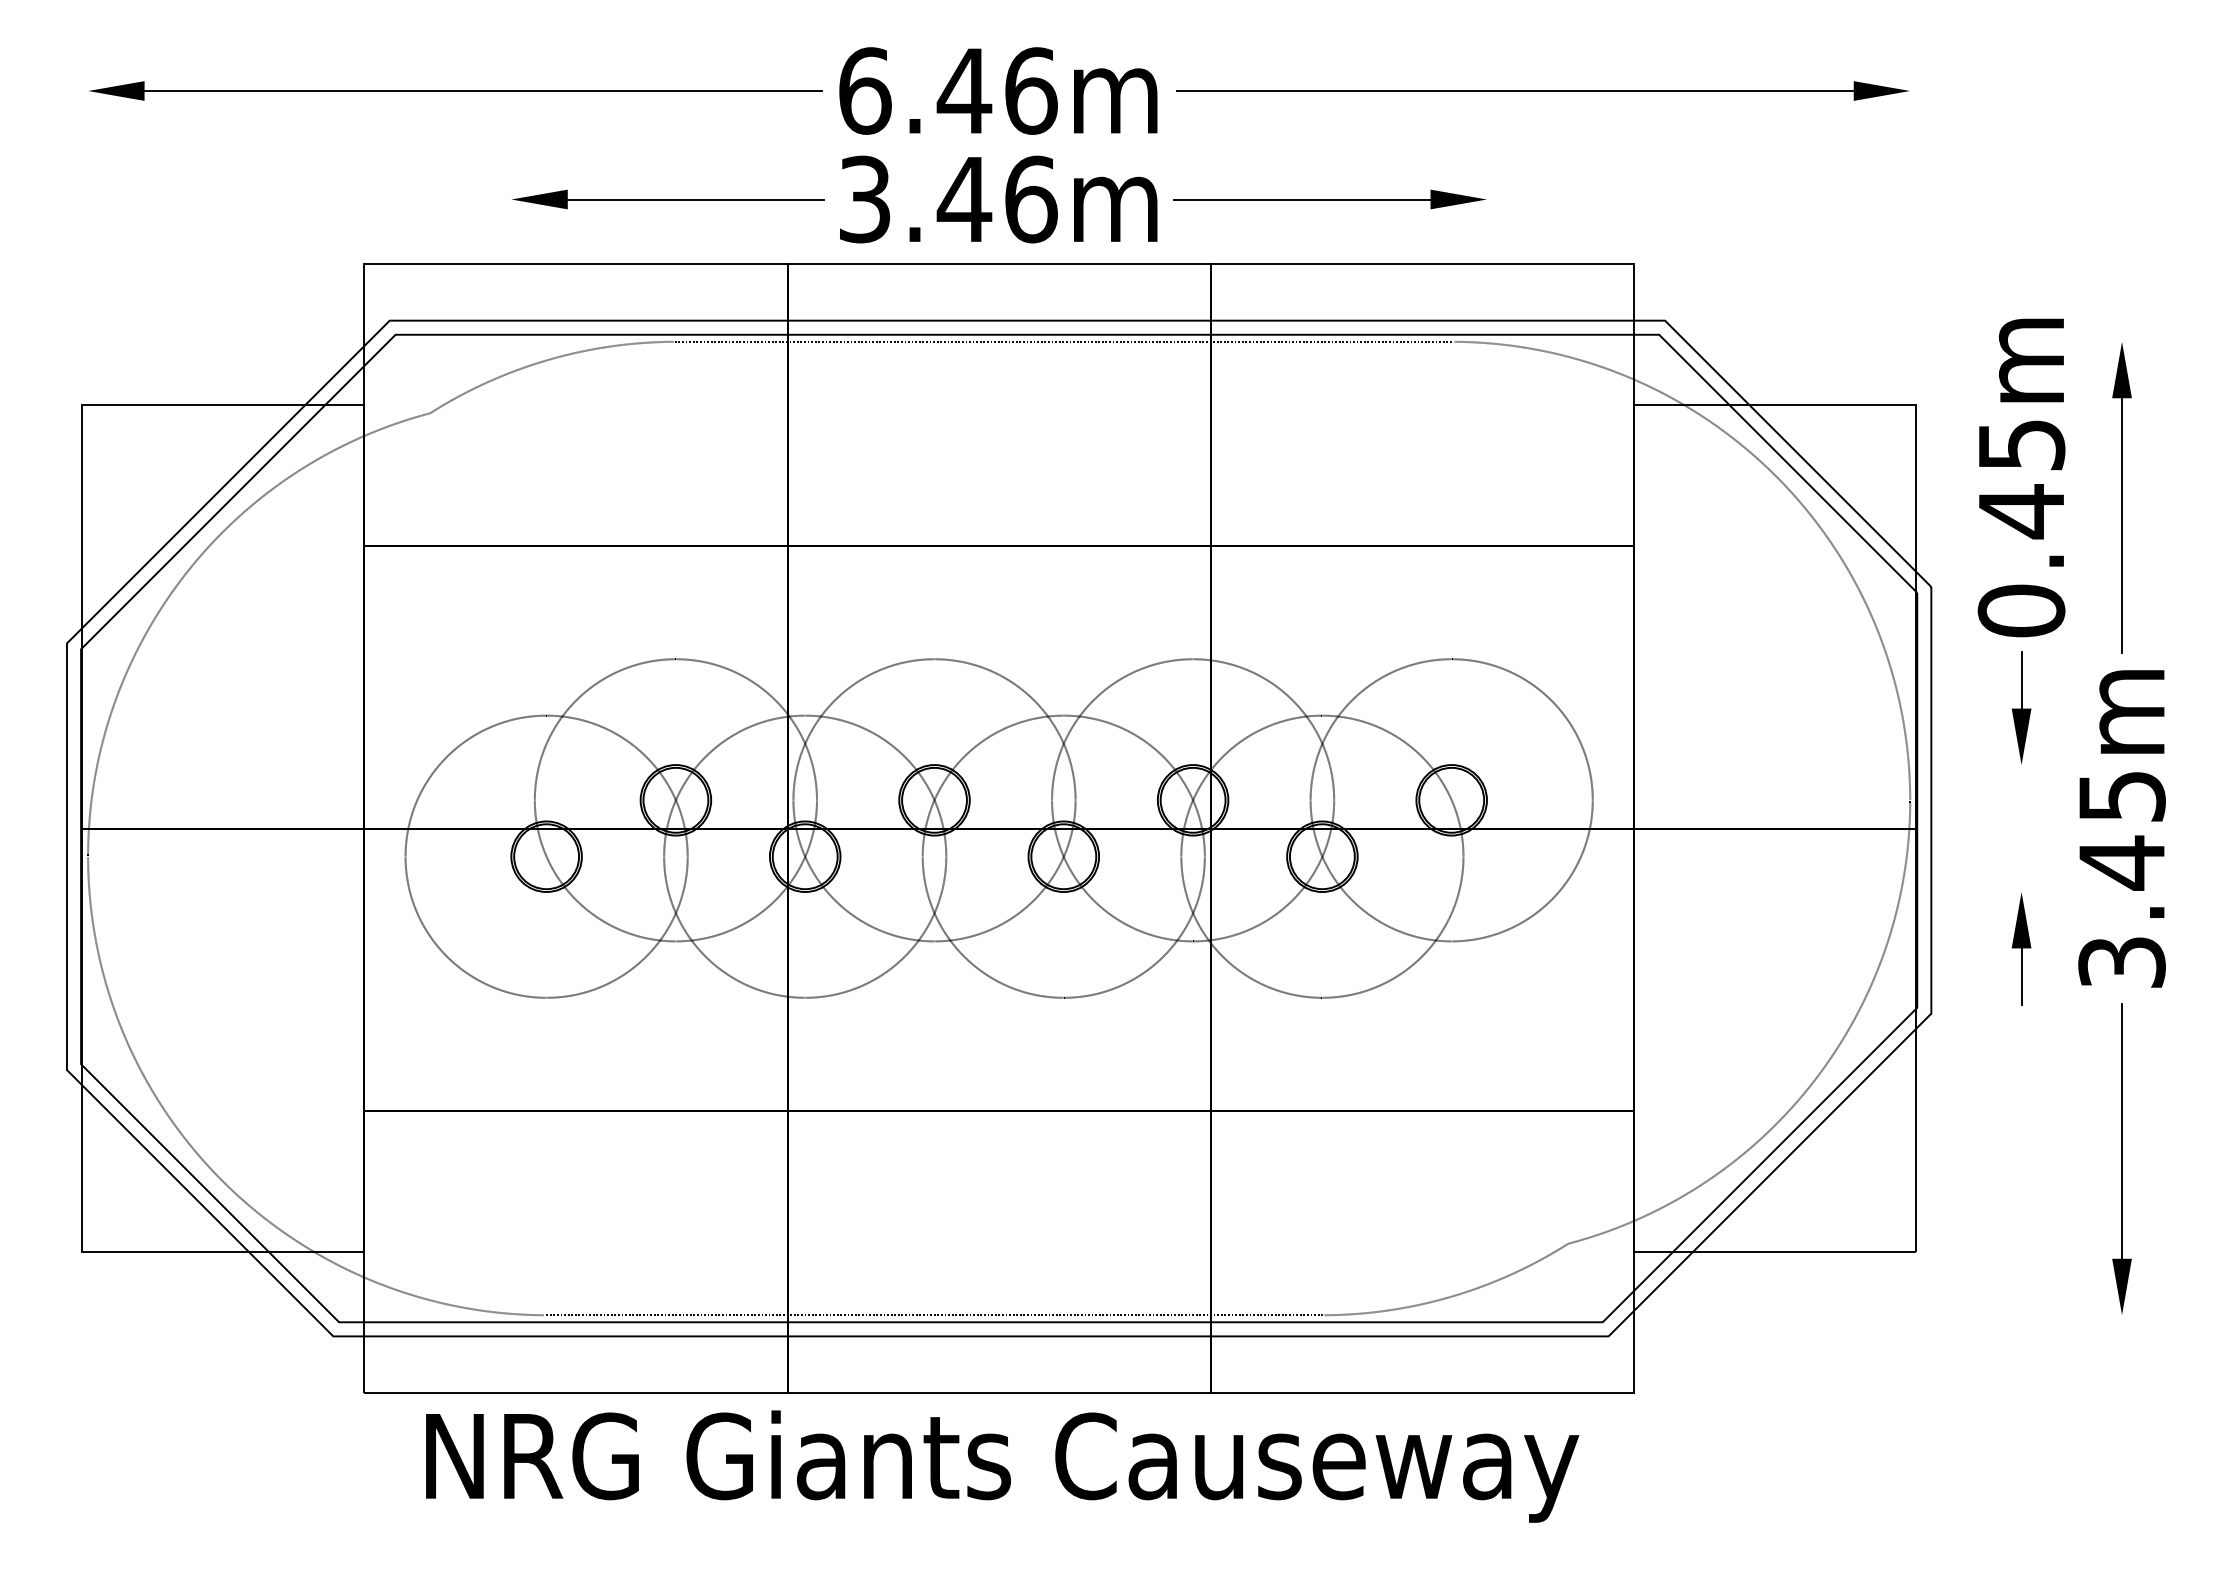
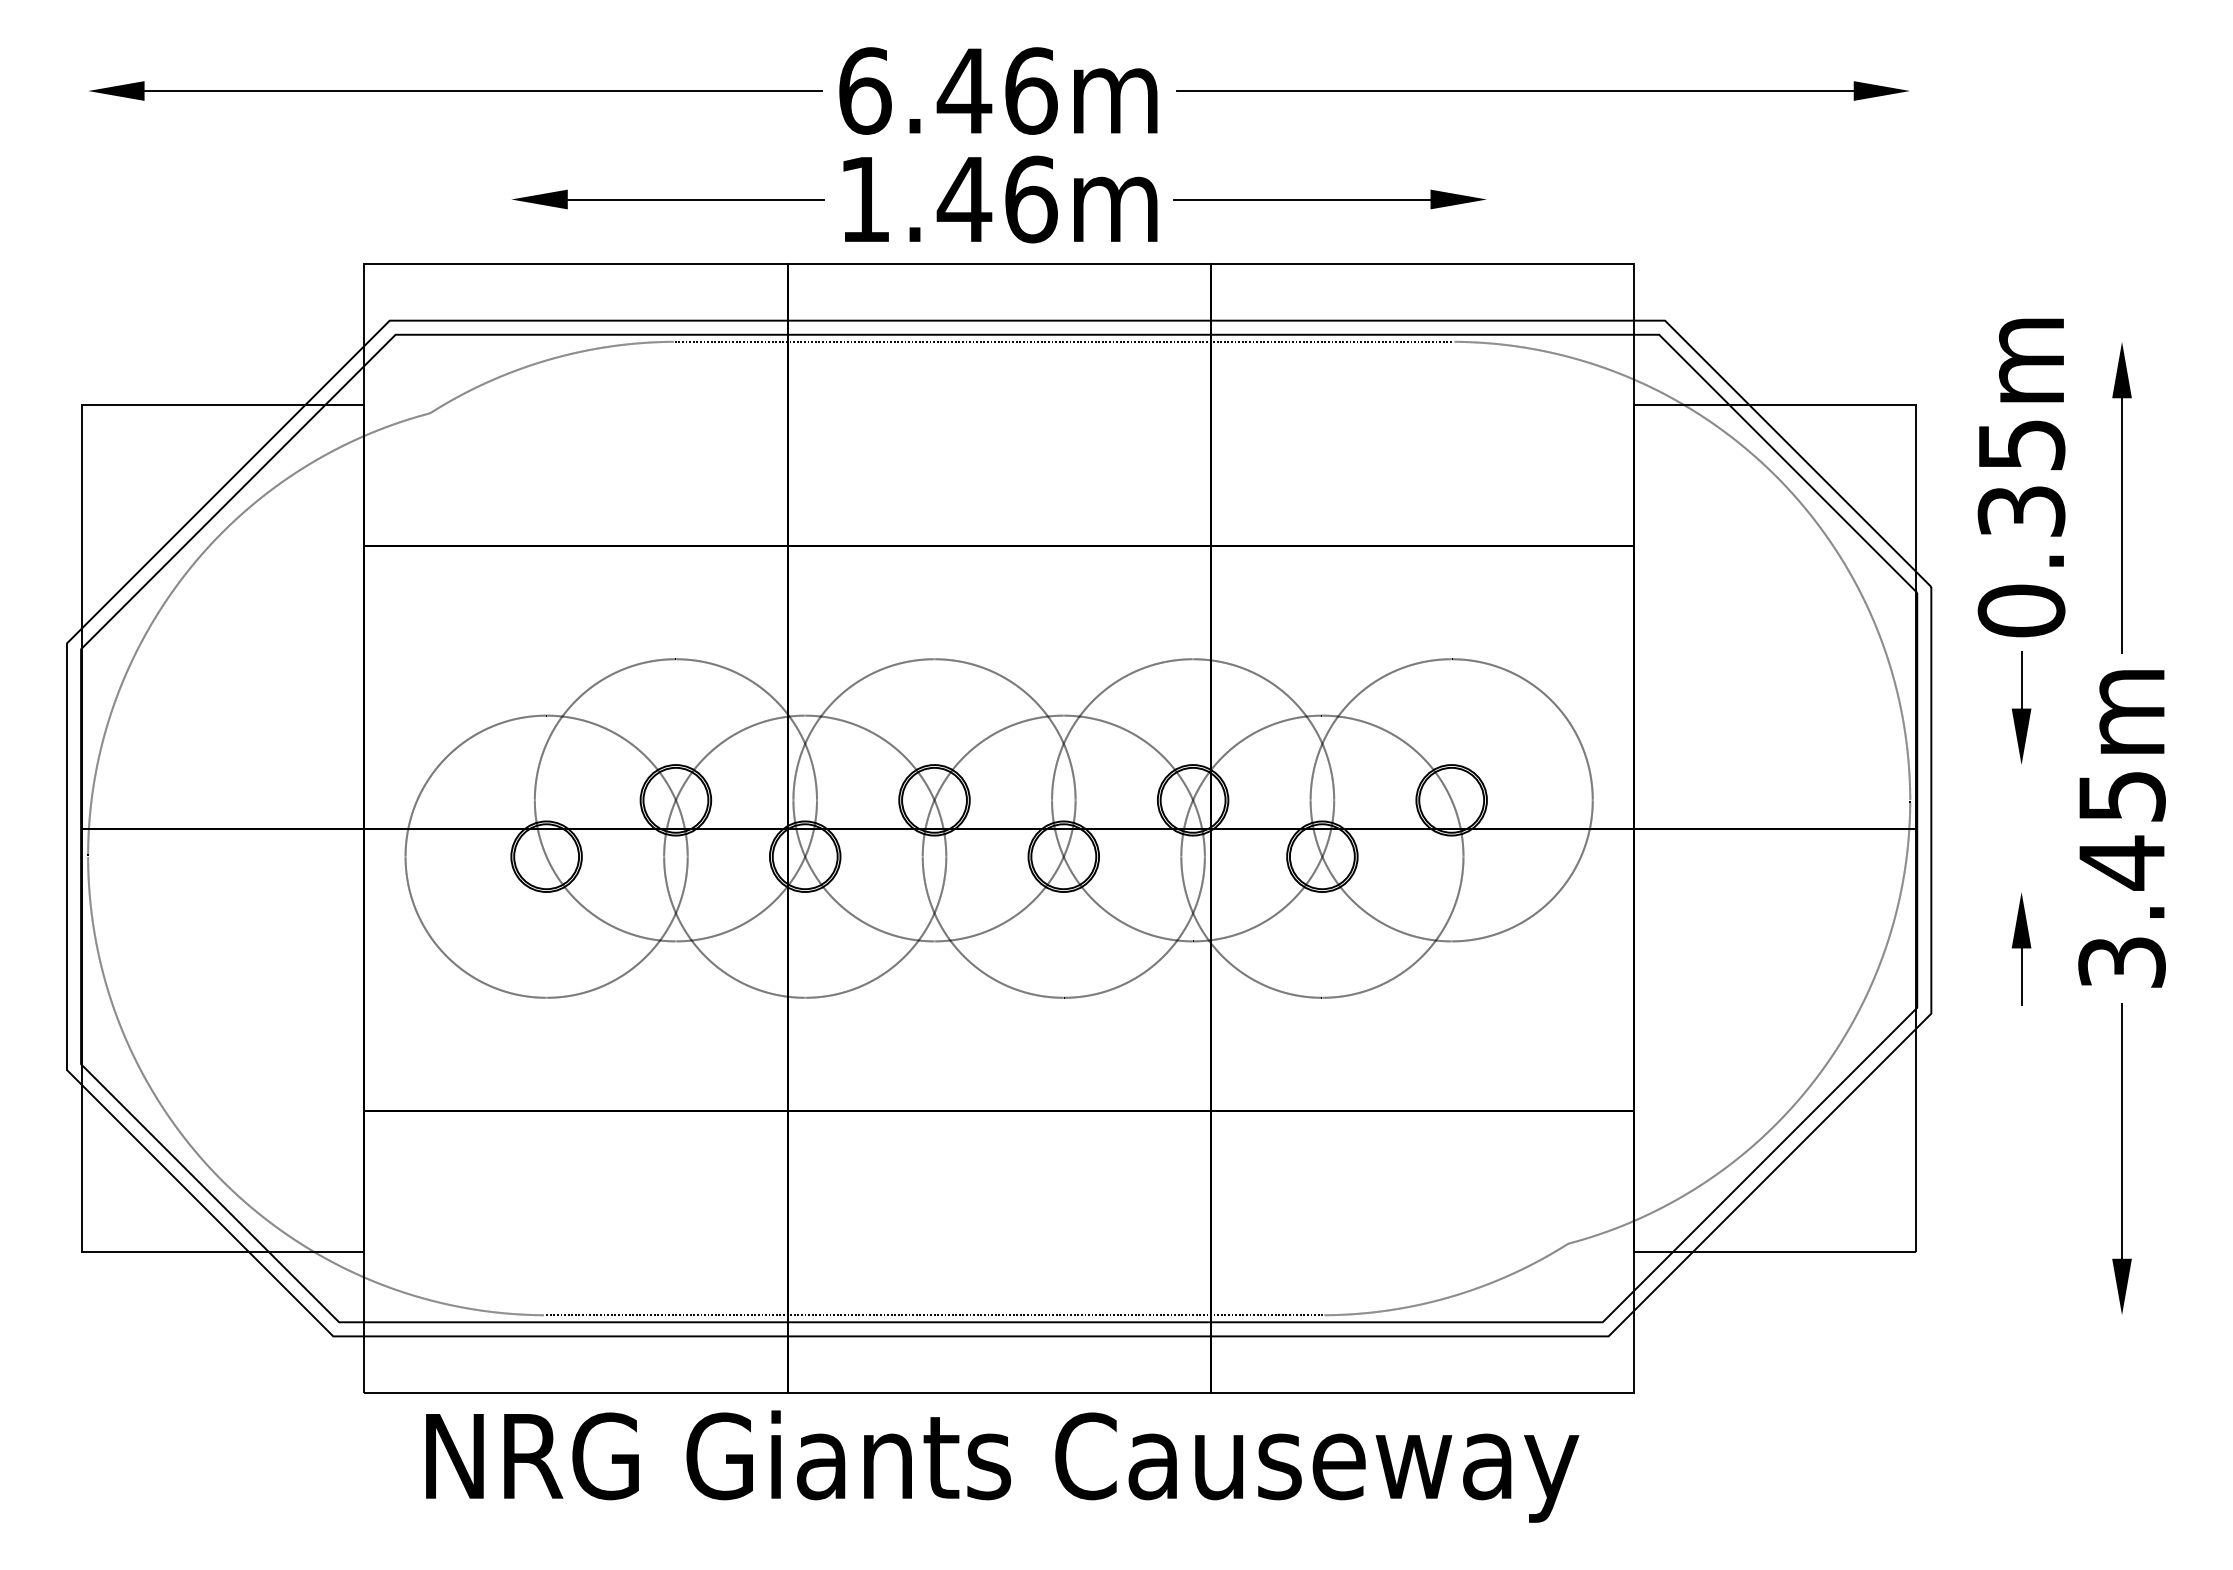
text at (865, 199): 3.46m -> 1.46m
text at (2021, 511): 0.45m -> 0.35m
